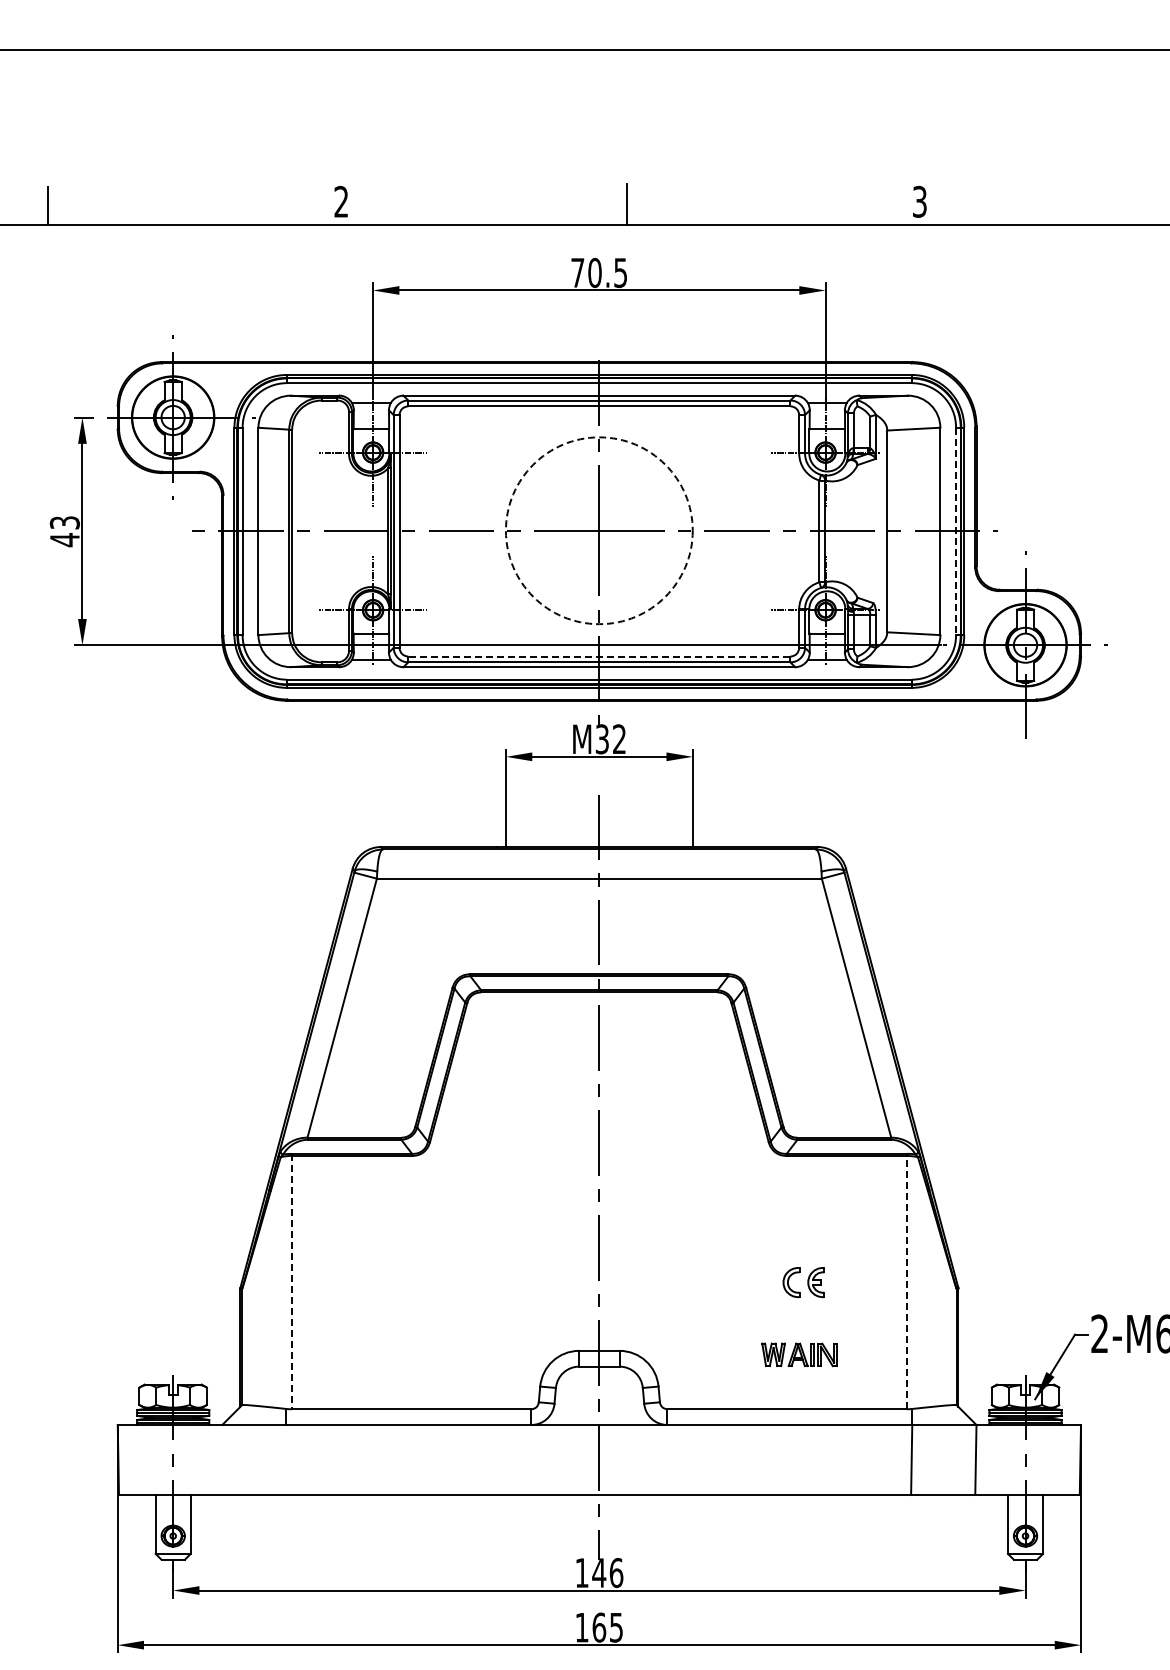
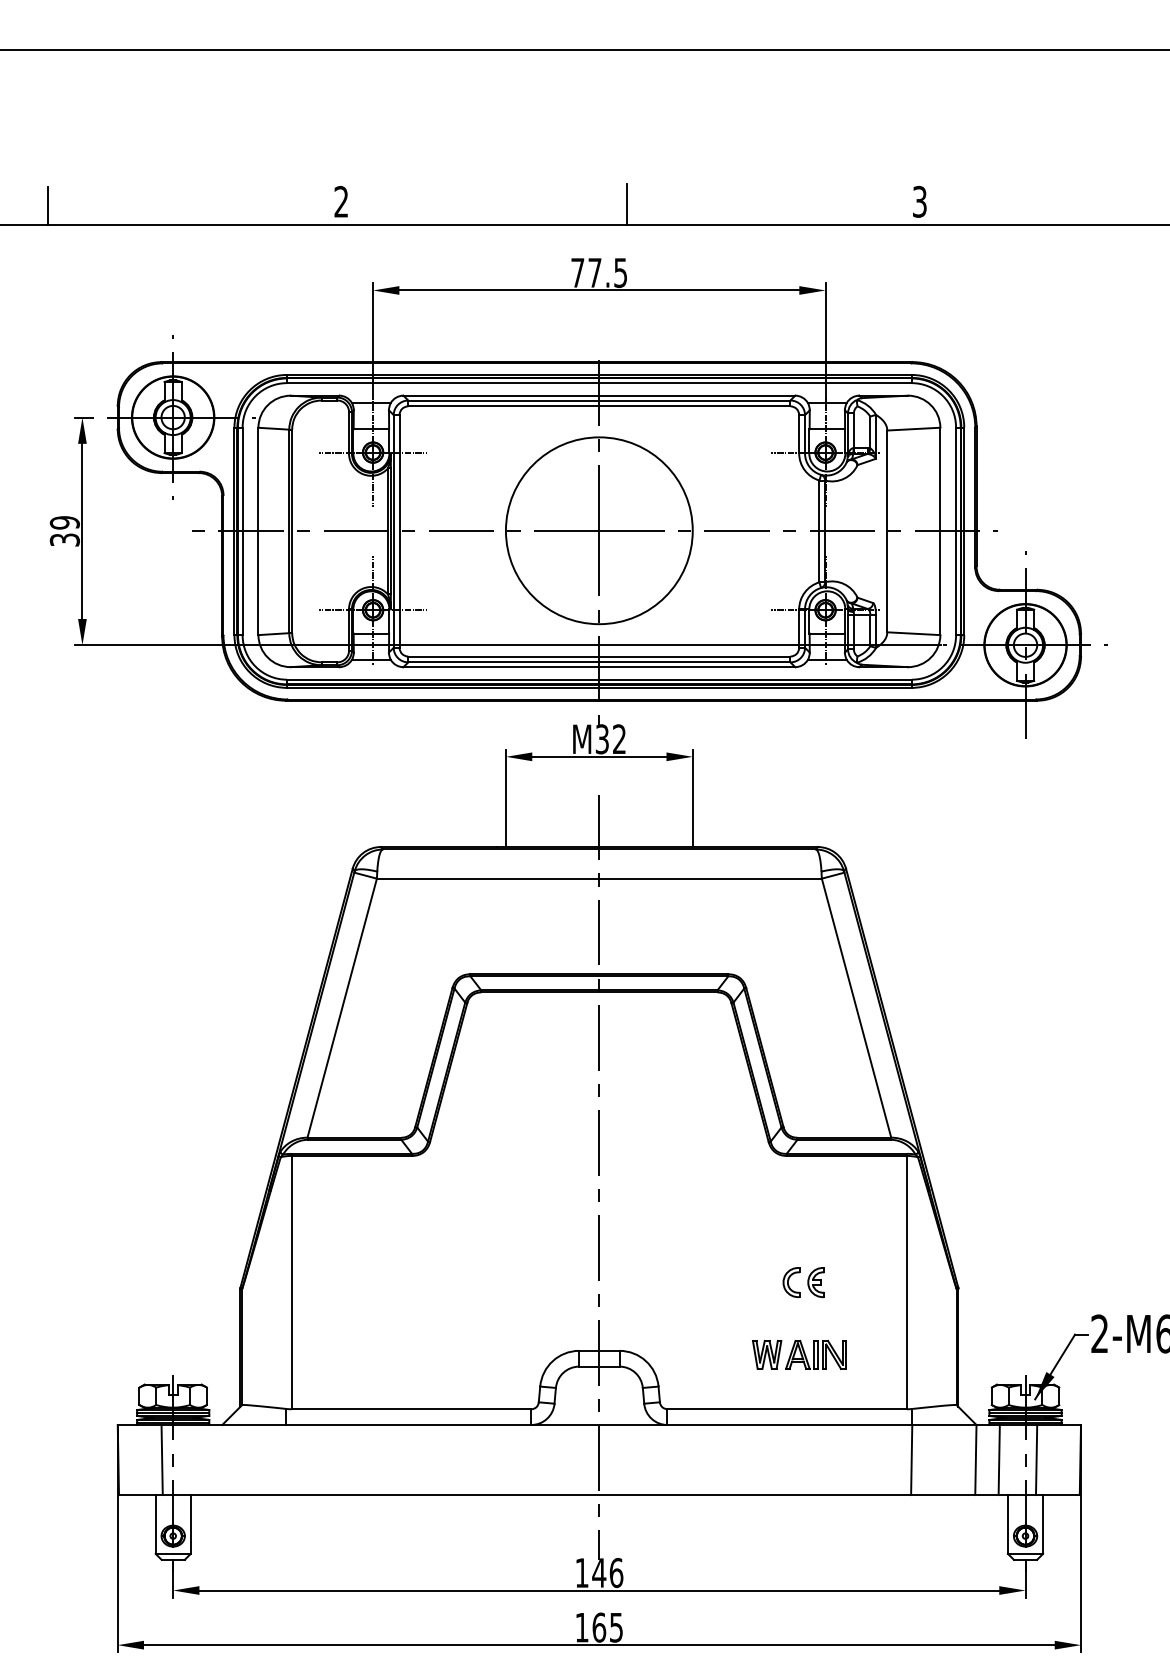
text at (594, 272): 70.5 -> 77.5
circle at (598, 530): dashed -> solid
text at (64, 531): 43 -> 39
line at (956, 531): dashed -> solid
line at (598, 656): dashed -> solid
line at (291, 1281): dashed -> solid
line at (906, 1281): dashed -> solid
part at (799, 1354) size: 77x26 px -> 95x31 px
line at (161, 1460): none -> present
line at (998, 1460): none -> present
line at (1036, 1460): none -> present
